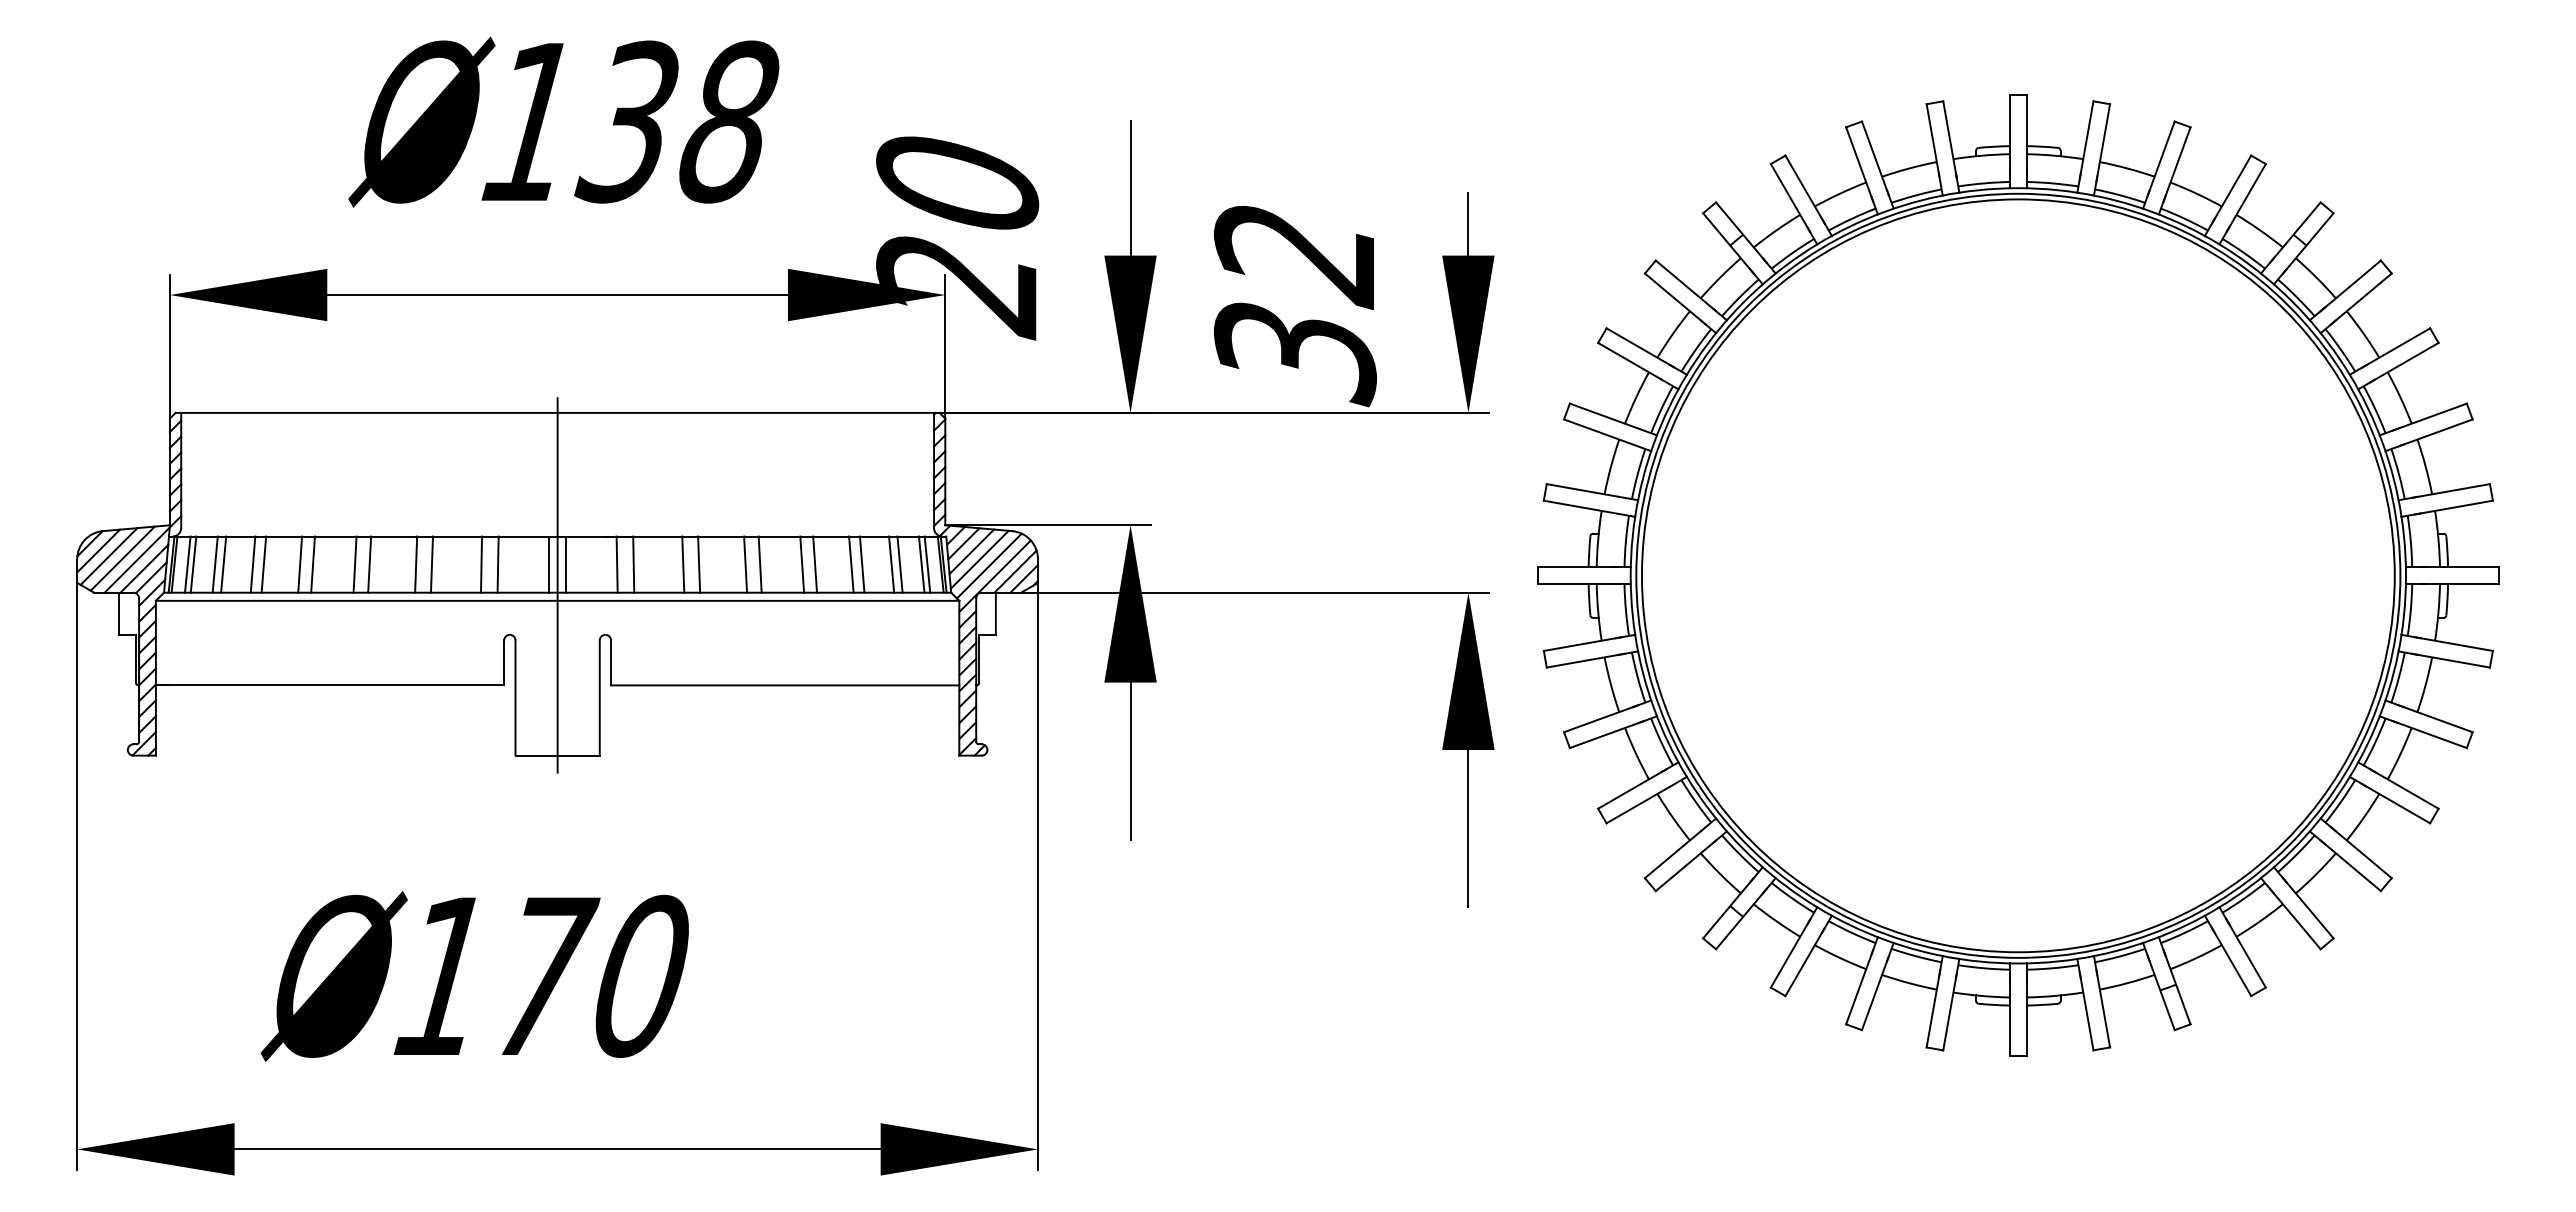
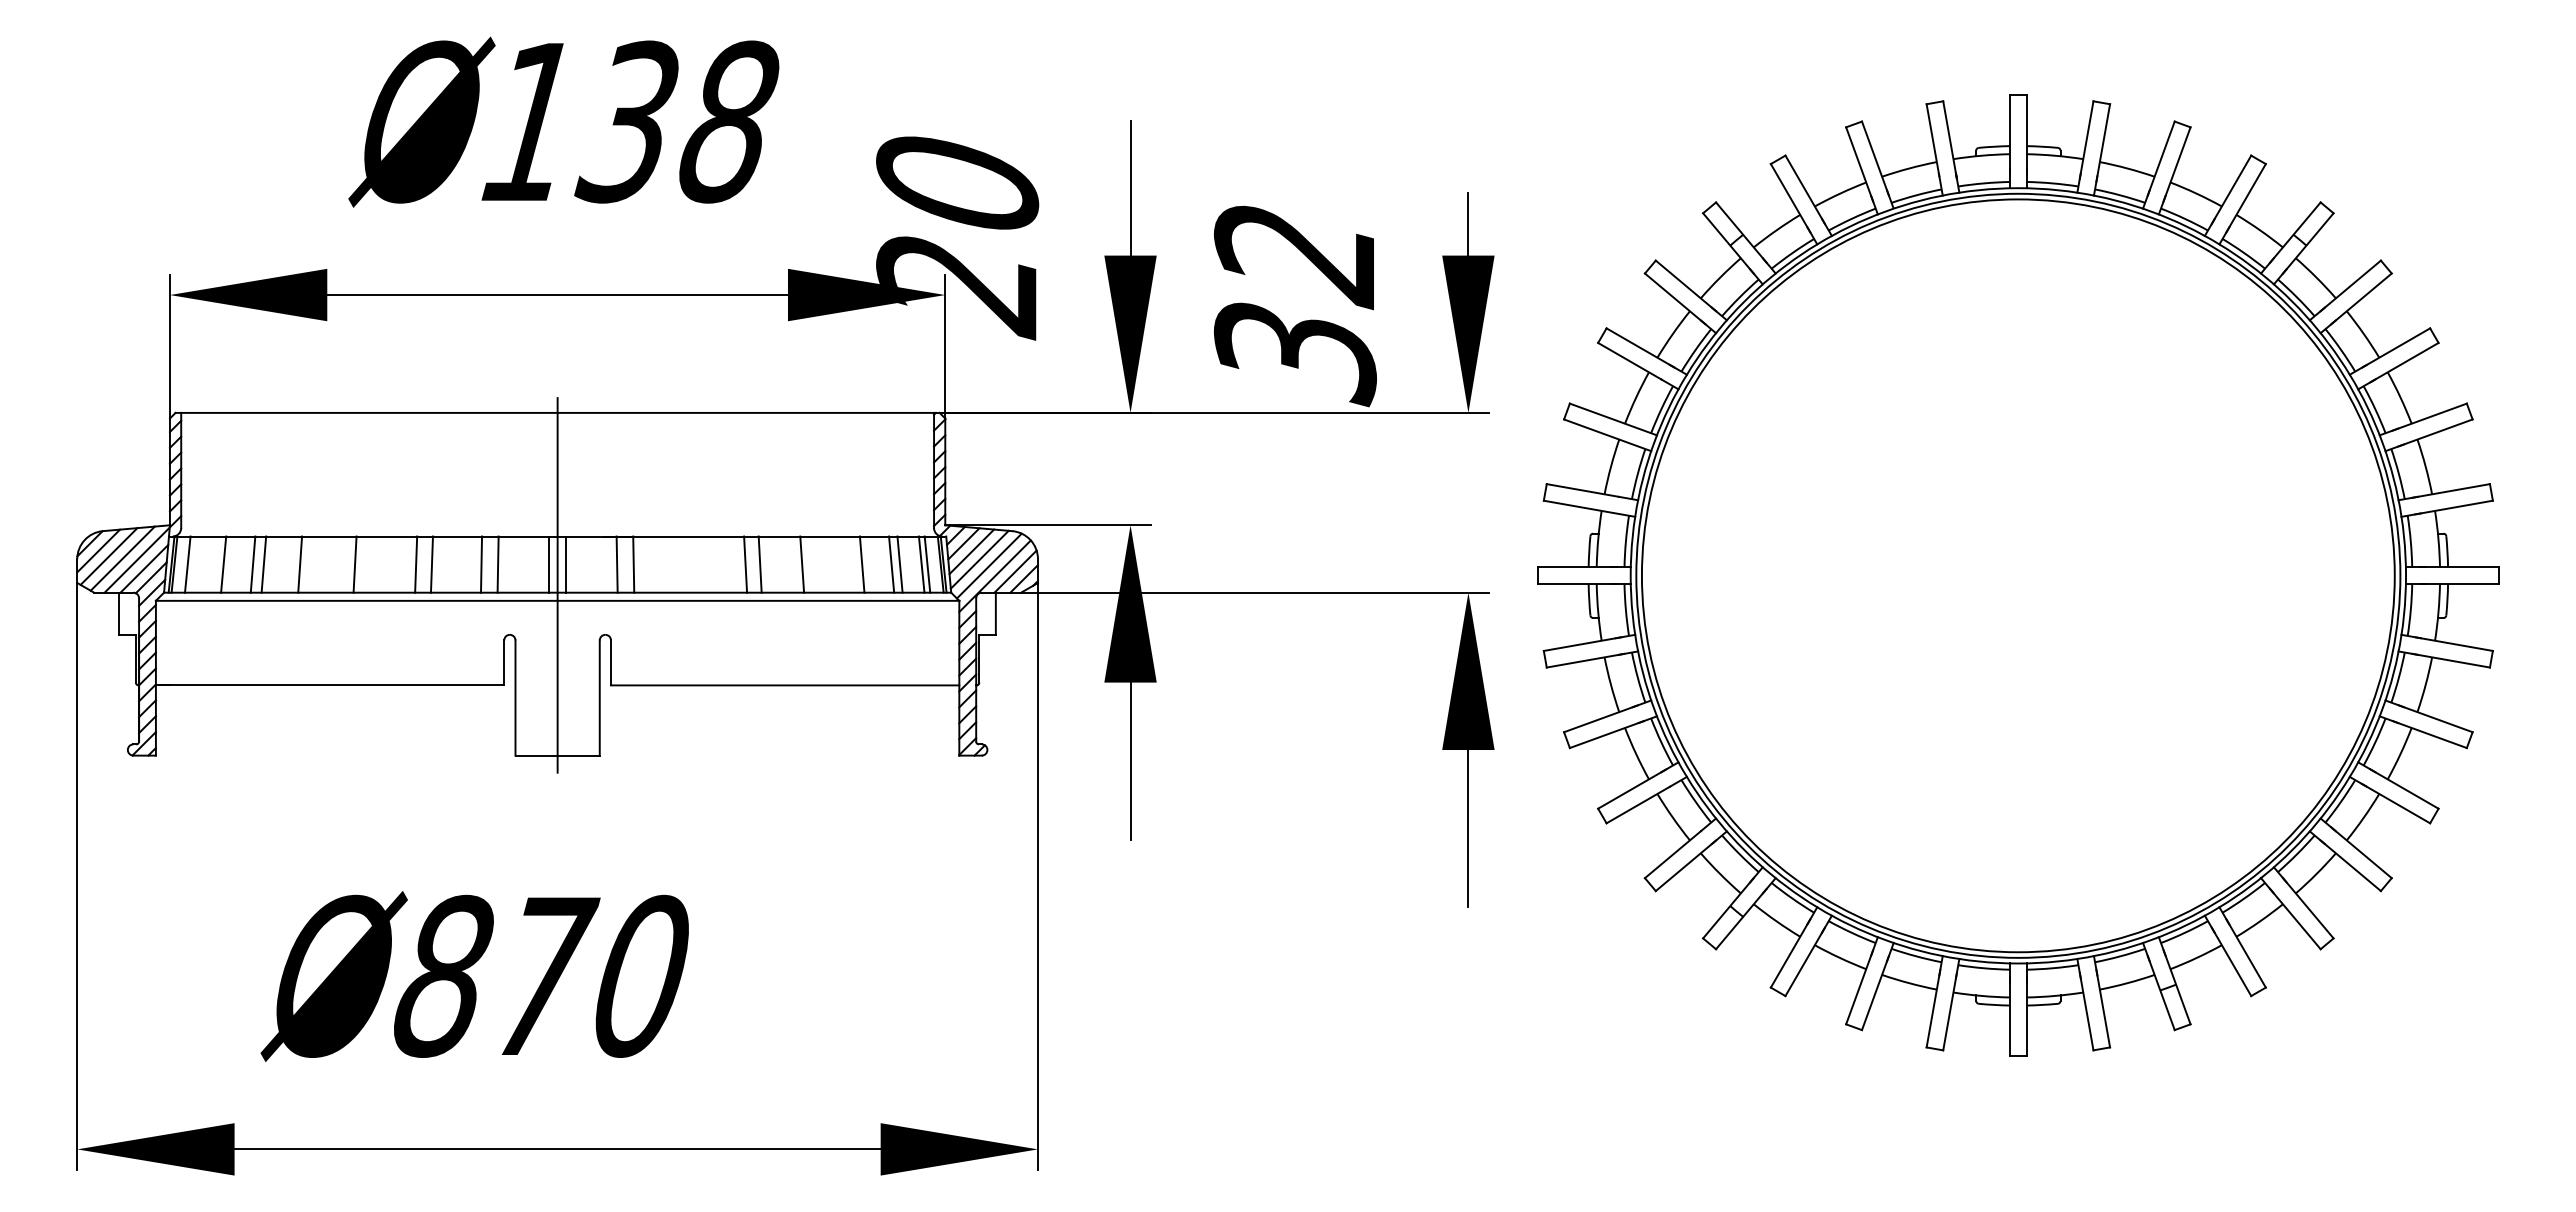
line at (193, 564): present -> none
line at (214, 564): present -> none
line at (312, 564): present -> none
line at (369, 564): present -> none
line at (683, 564): present -> none
line at (699, 564): present -> none
line at (815, 564): present -> none
line at (851, 564): present -> none
text at (443, 975): Ø170 -> Ø870
